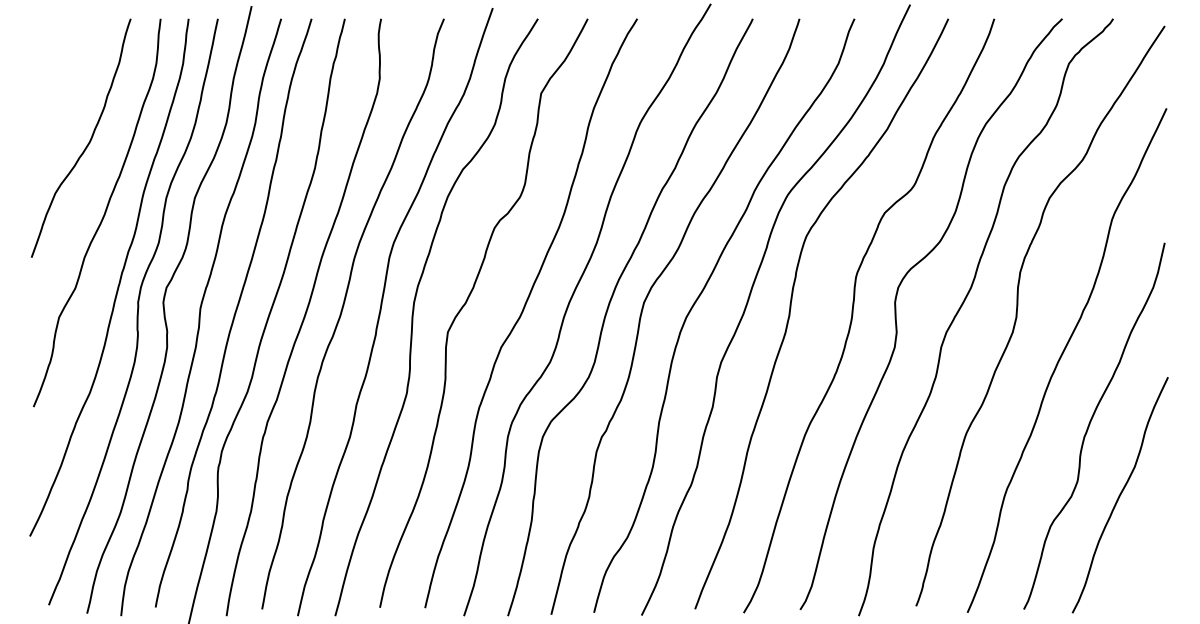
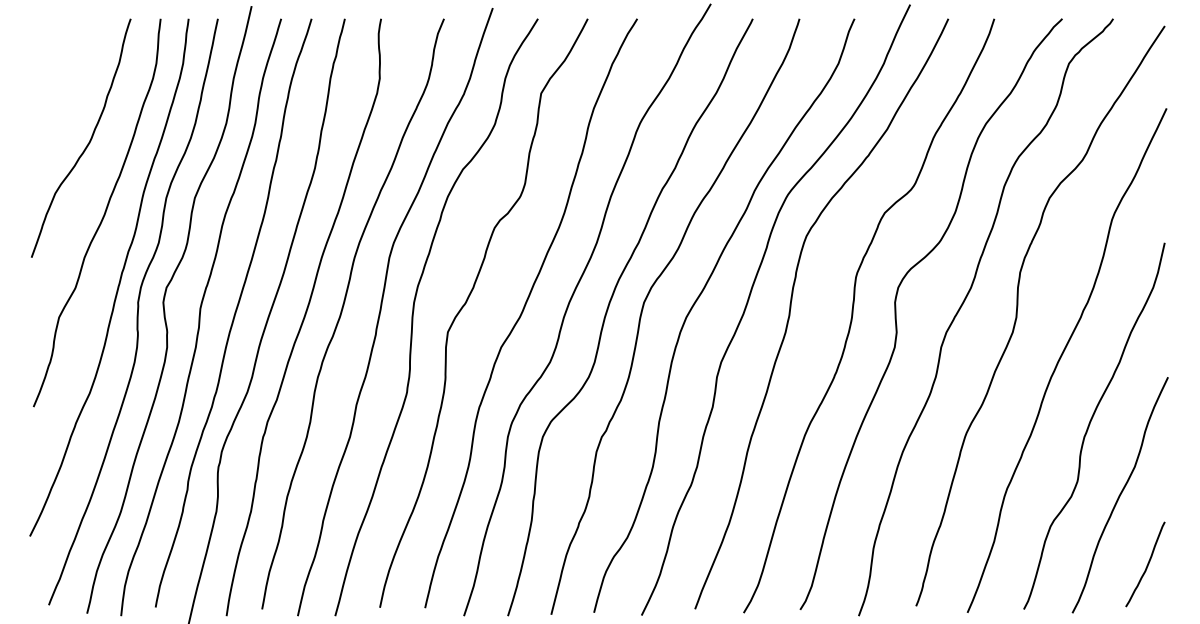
curve at (1146, 565): none -> present
